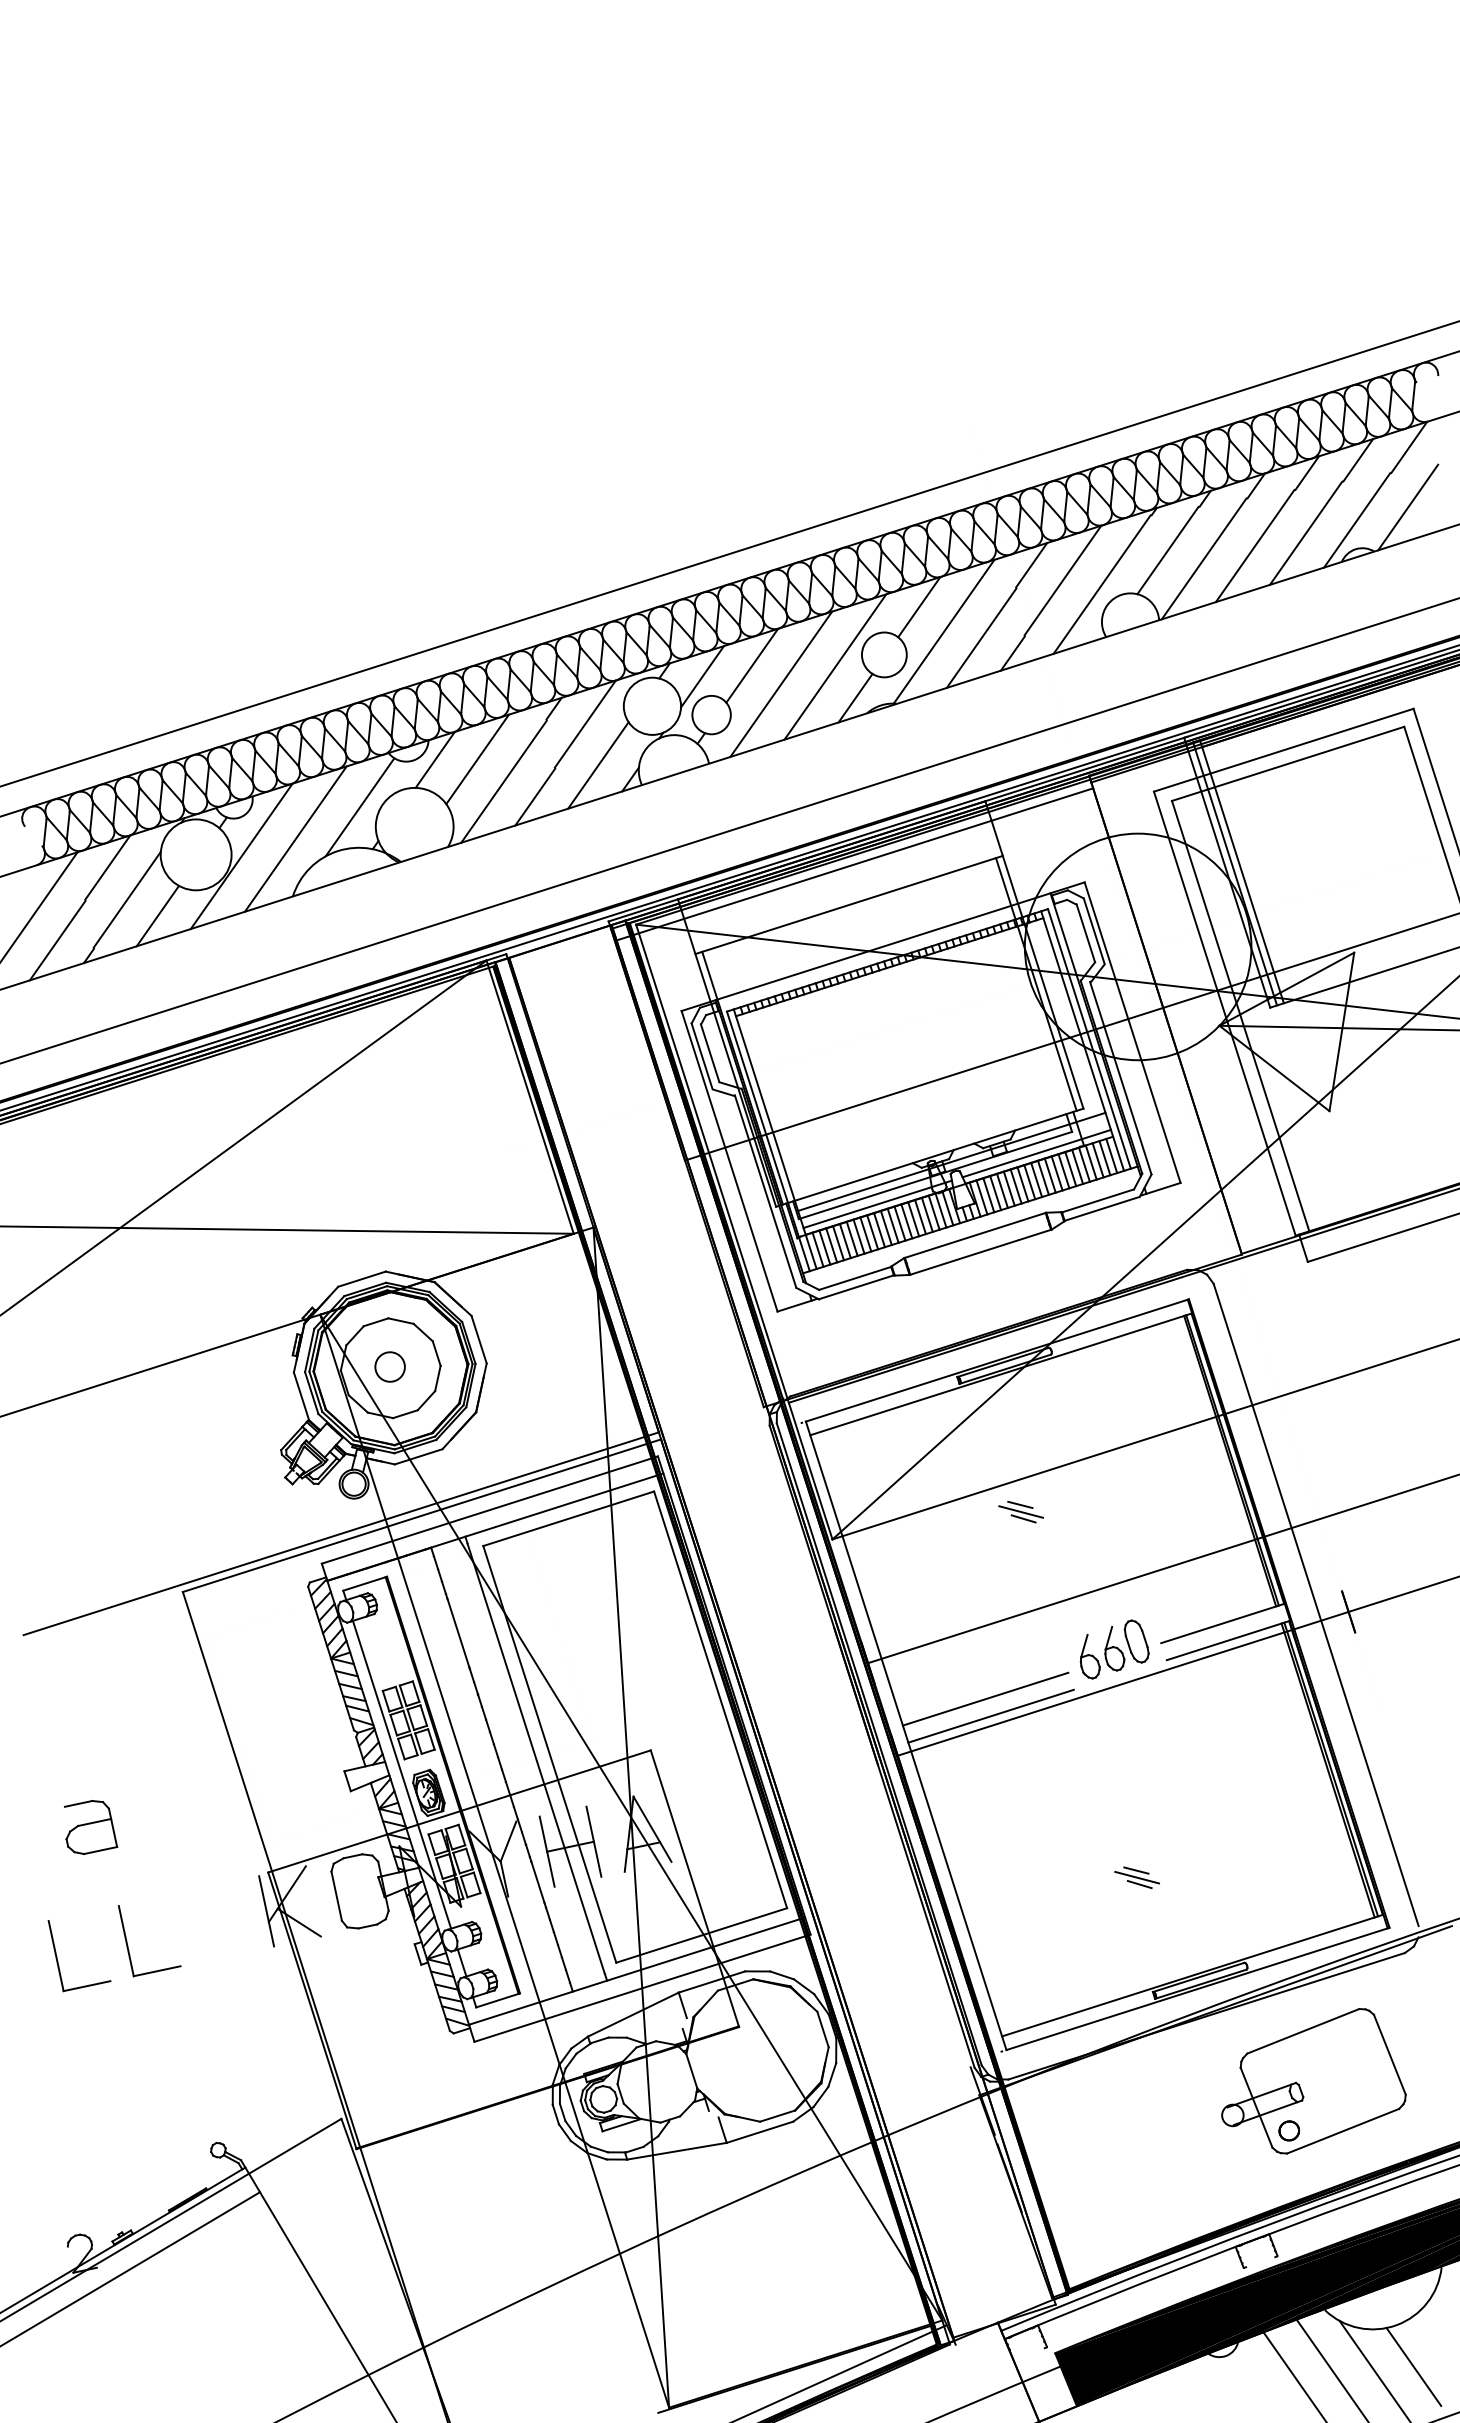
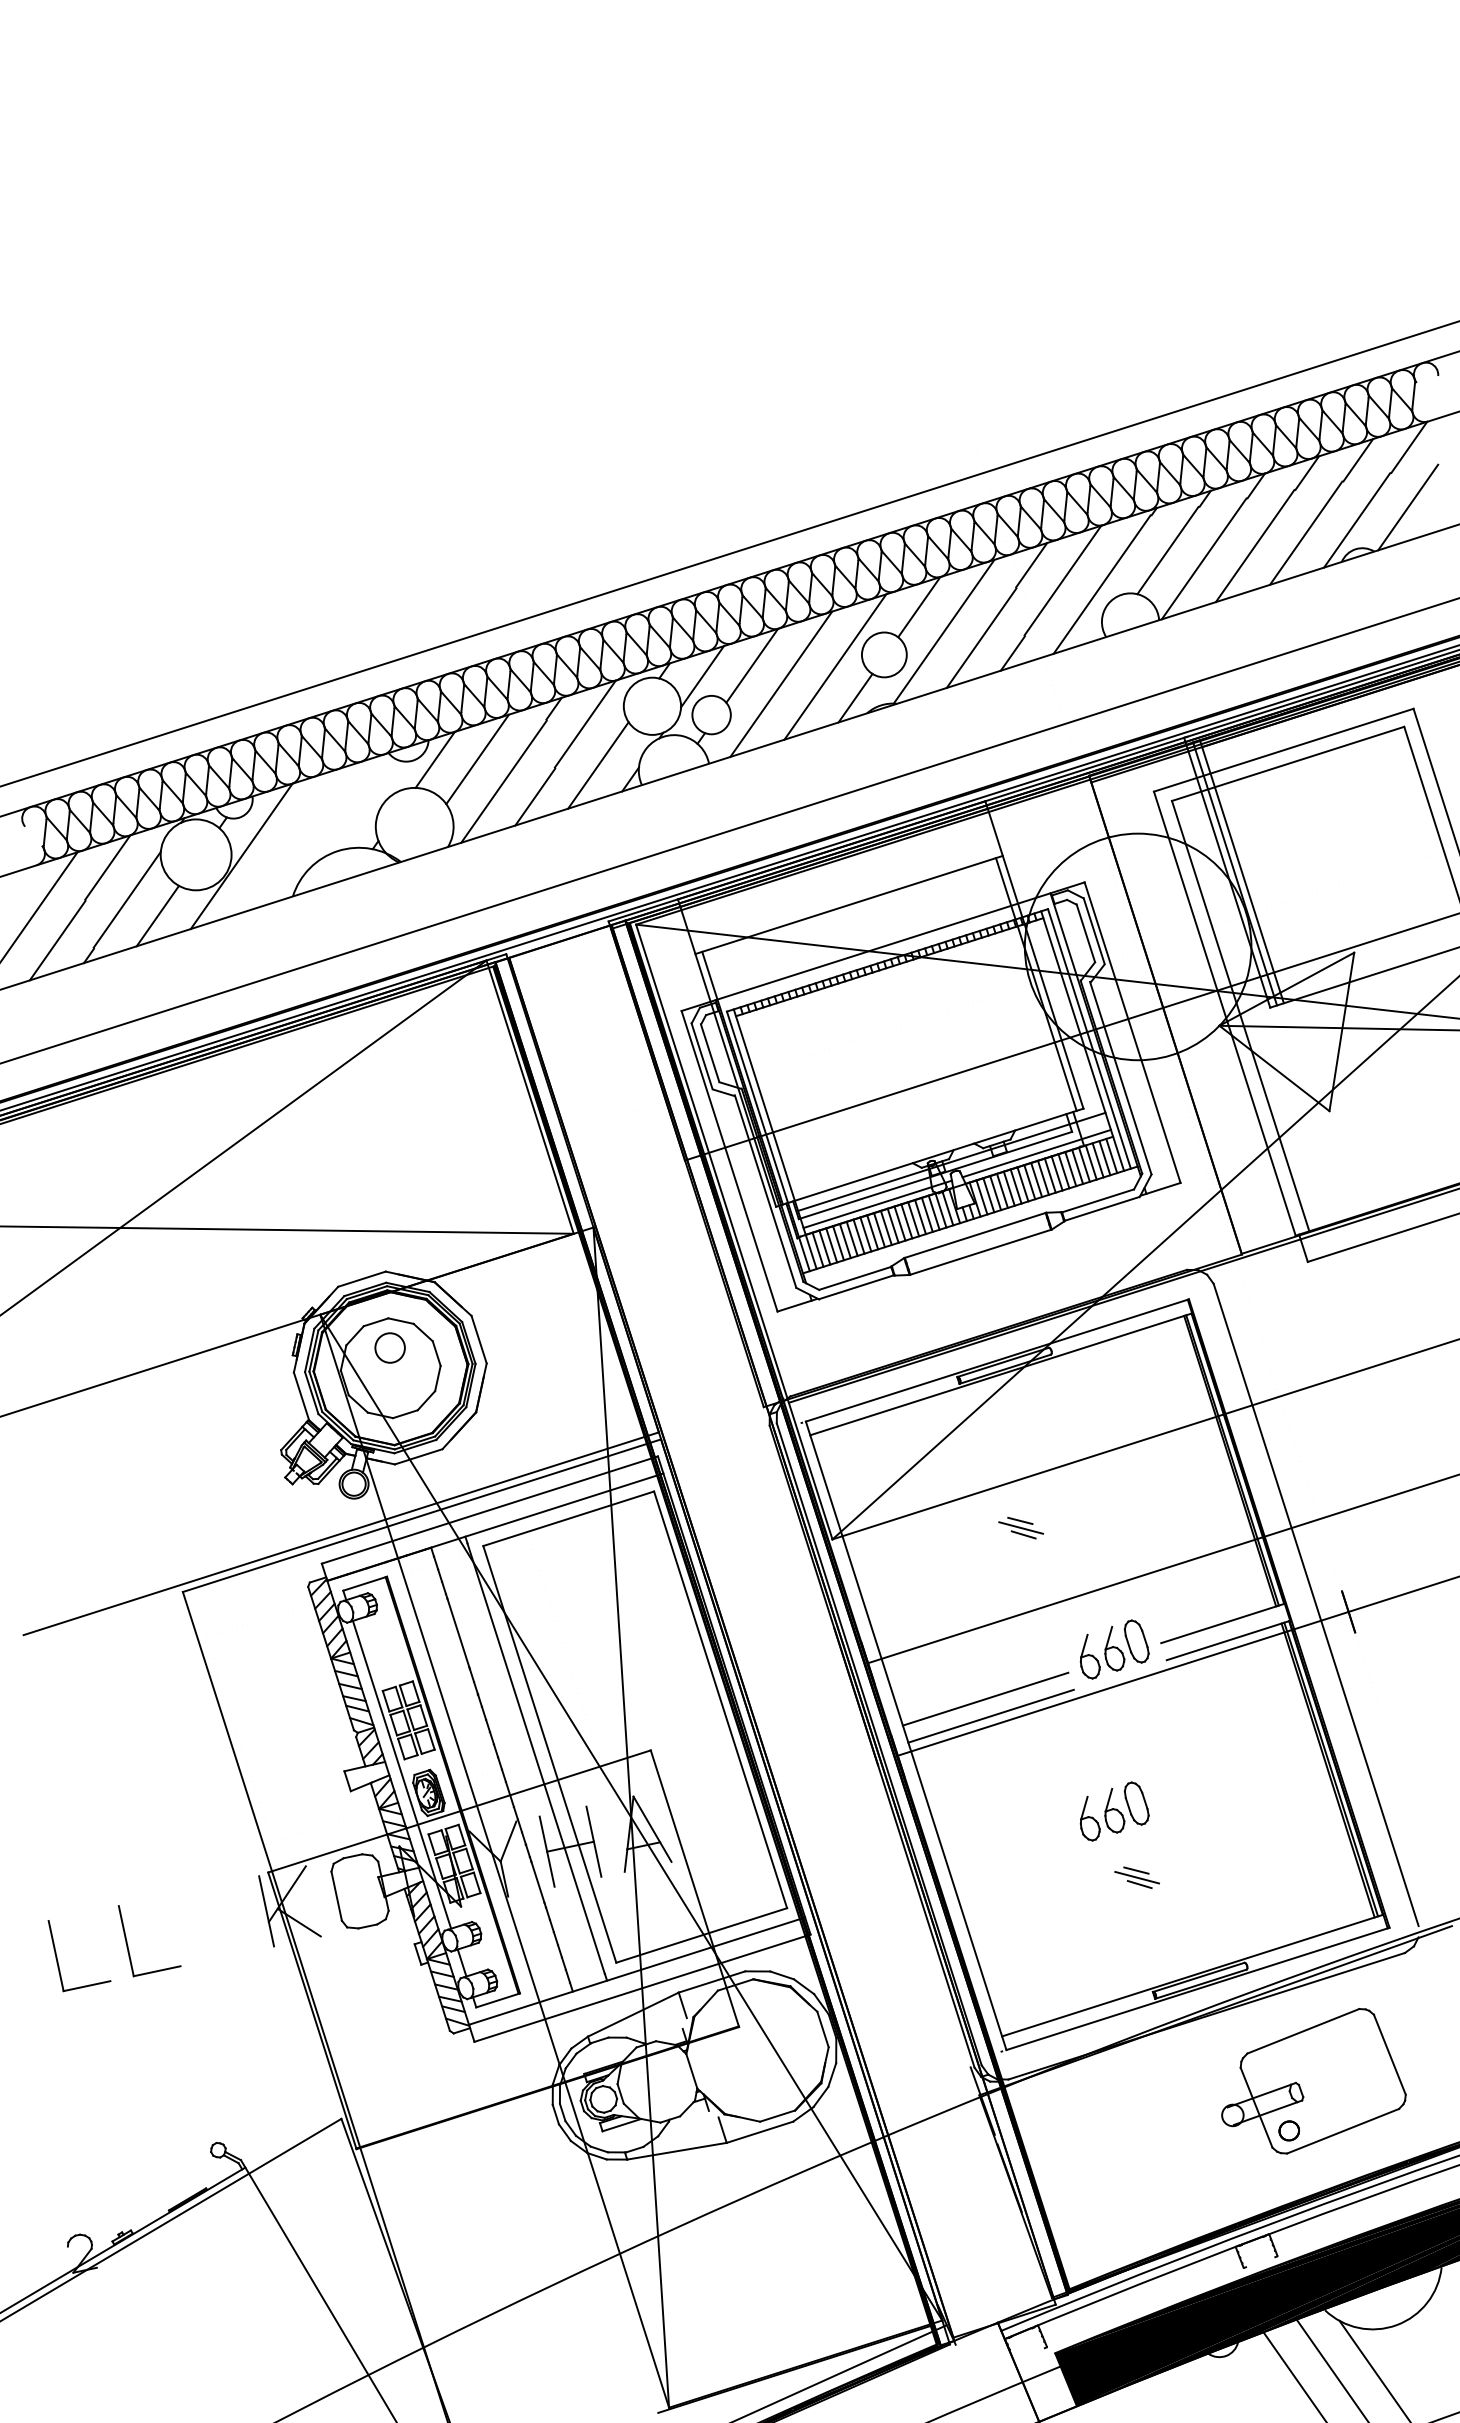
line at (359, 807): present -> none
line at (295, 838): present -> none
line at (854, 864): present -> none
circle at (389, 1366) position: (389, 1366) -> (389, 1347)
part at (1020, 1511) position: (1020, 1511) -> (1020, 1527)
part at (1114, 1811): none -> present
part at (91, 1827): present -> none
line at (131, 2268): present -> none
line at (1413, 2366): present -> none
